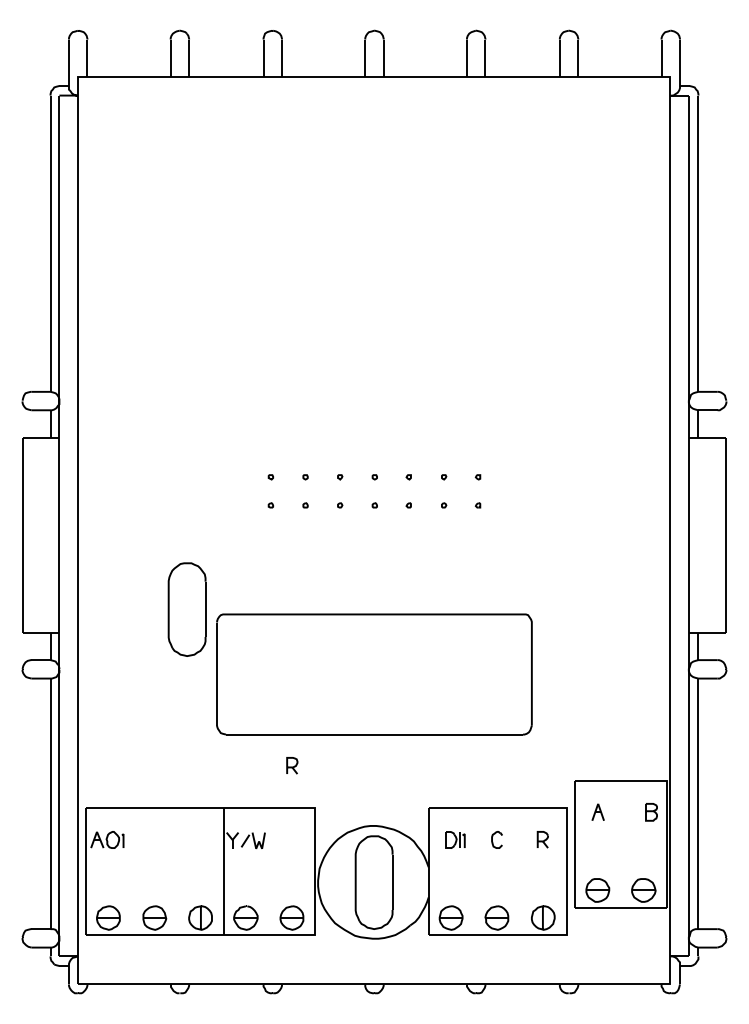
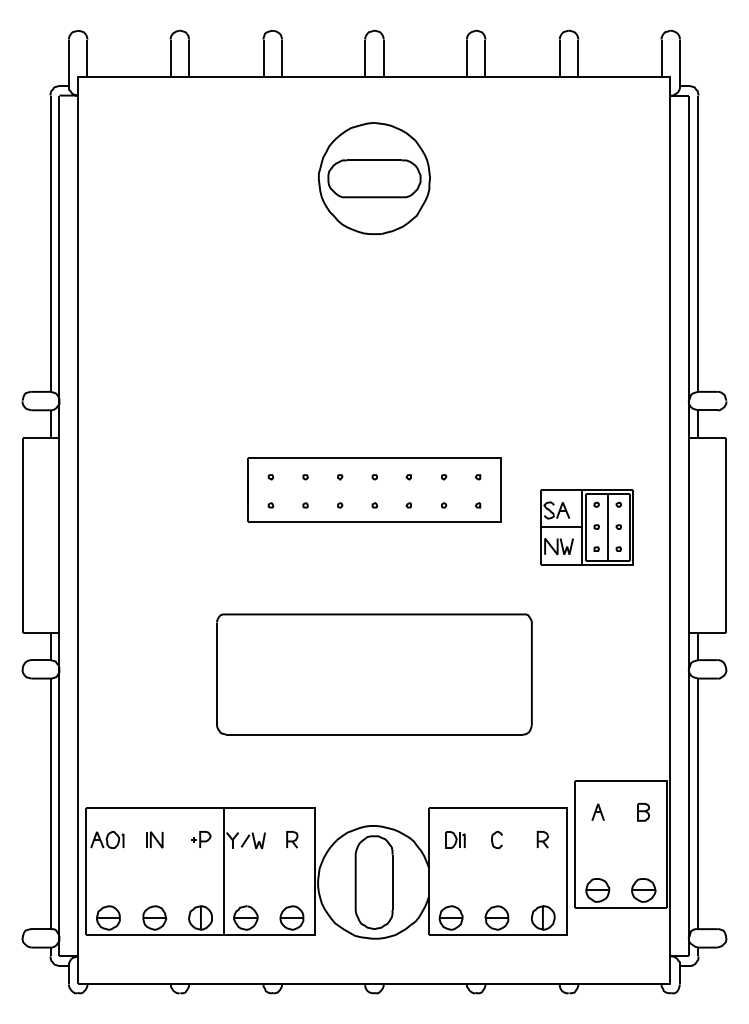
part at (374, 178): none -> present
part at (374, 489): none -> present
part at (586, 527): none -> present
part at (186, 609): present -> none
part at (292, 765) position: (292, 765) -> (292, 839)
part at (651, 812) position: (651, 812) -> (643, 812)
part at (154, 839): none -> present
part at (201, 839): none -> present
